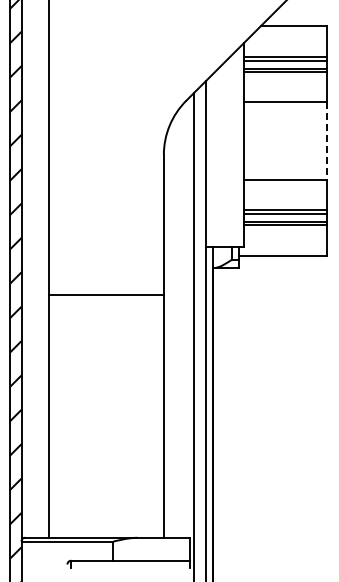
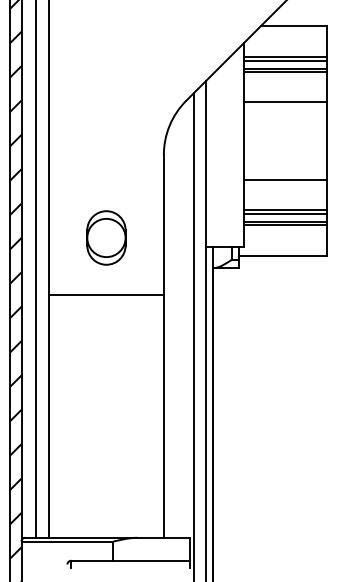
line at (327, 141): dashed -> solid
part at (106, 237): none -> present
line at (35, 269): none -> present
